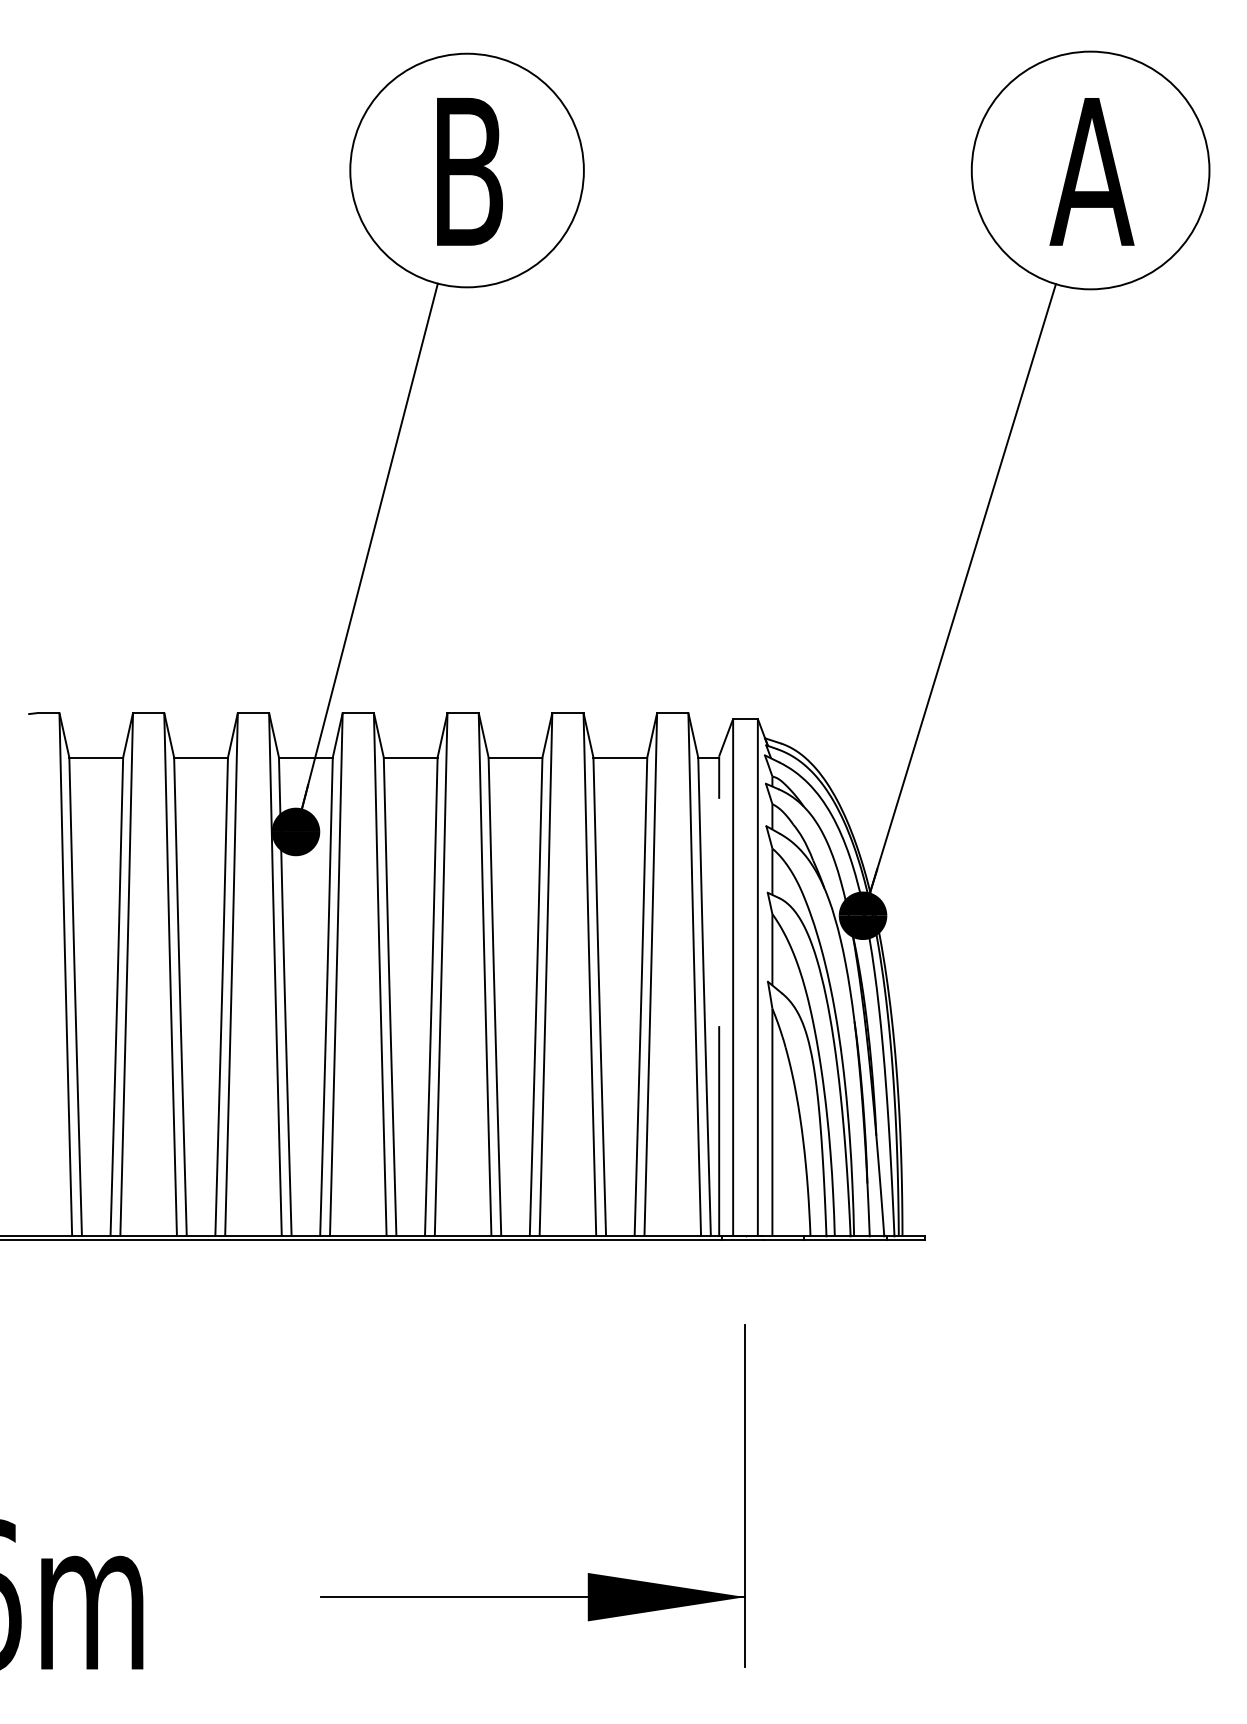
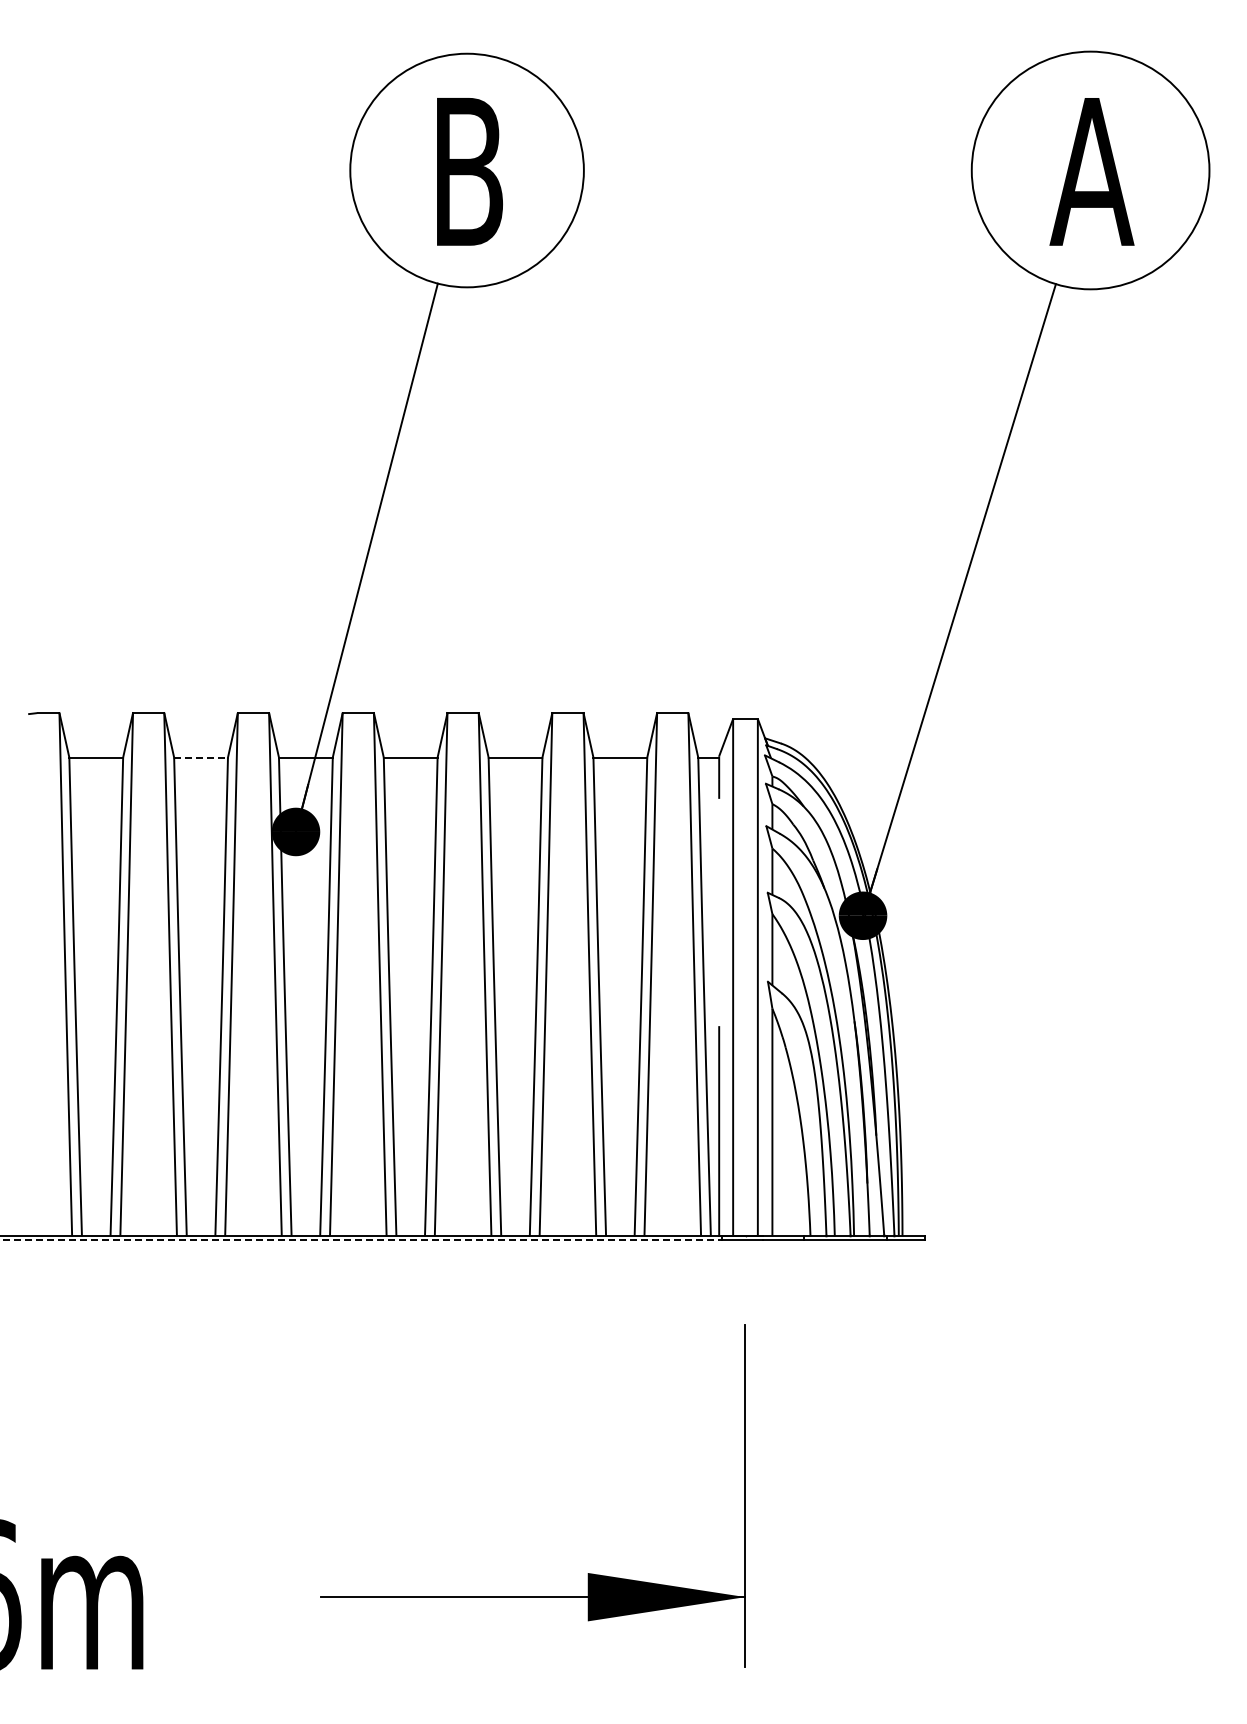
line at (201, 757): solid -> dashed
line at (361, 1240): solid -> dashed
